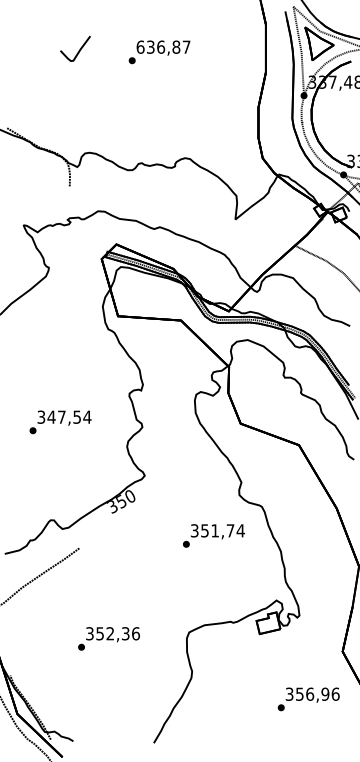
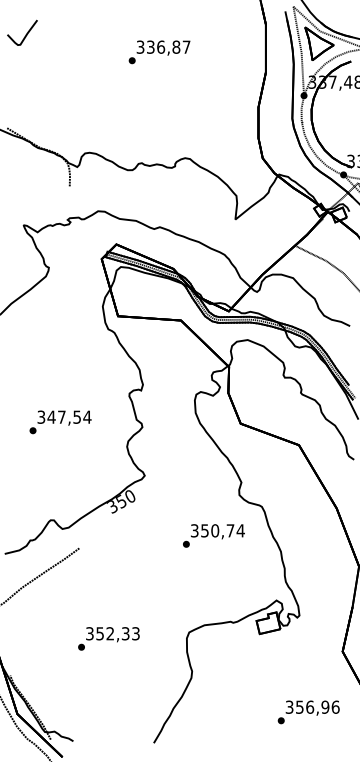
text at (140, 46): 636,87 -> 336,87
curve at (78, 50) position: (78, 50) -> (25, 34)
text at (215, 530): 351,74 -> 350,74
text at (135, 633): 352,36 -> 352,33
text at (308, 699) position: (308, 699) -> (308, 712)
